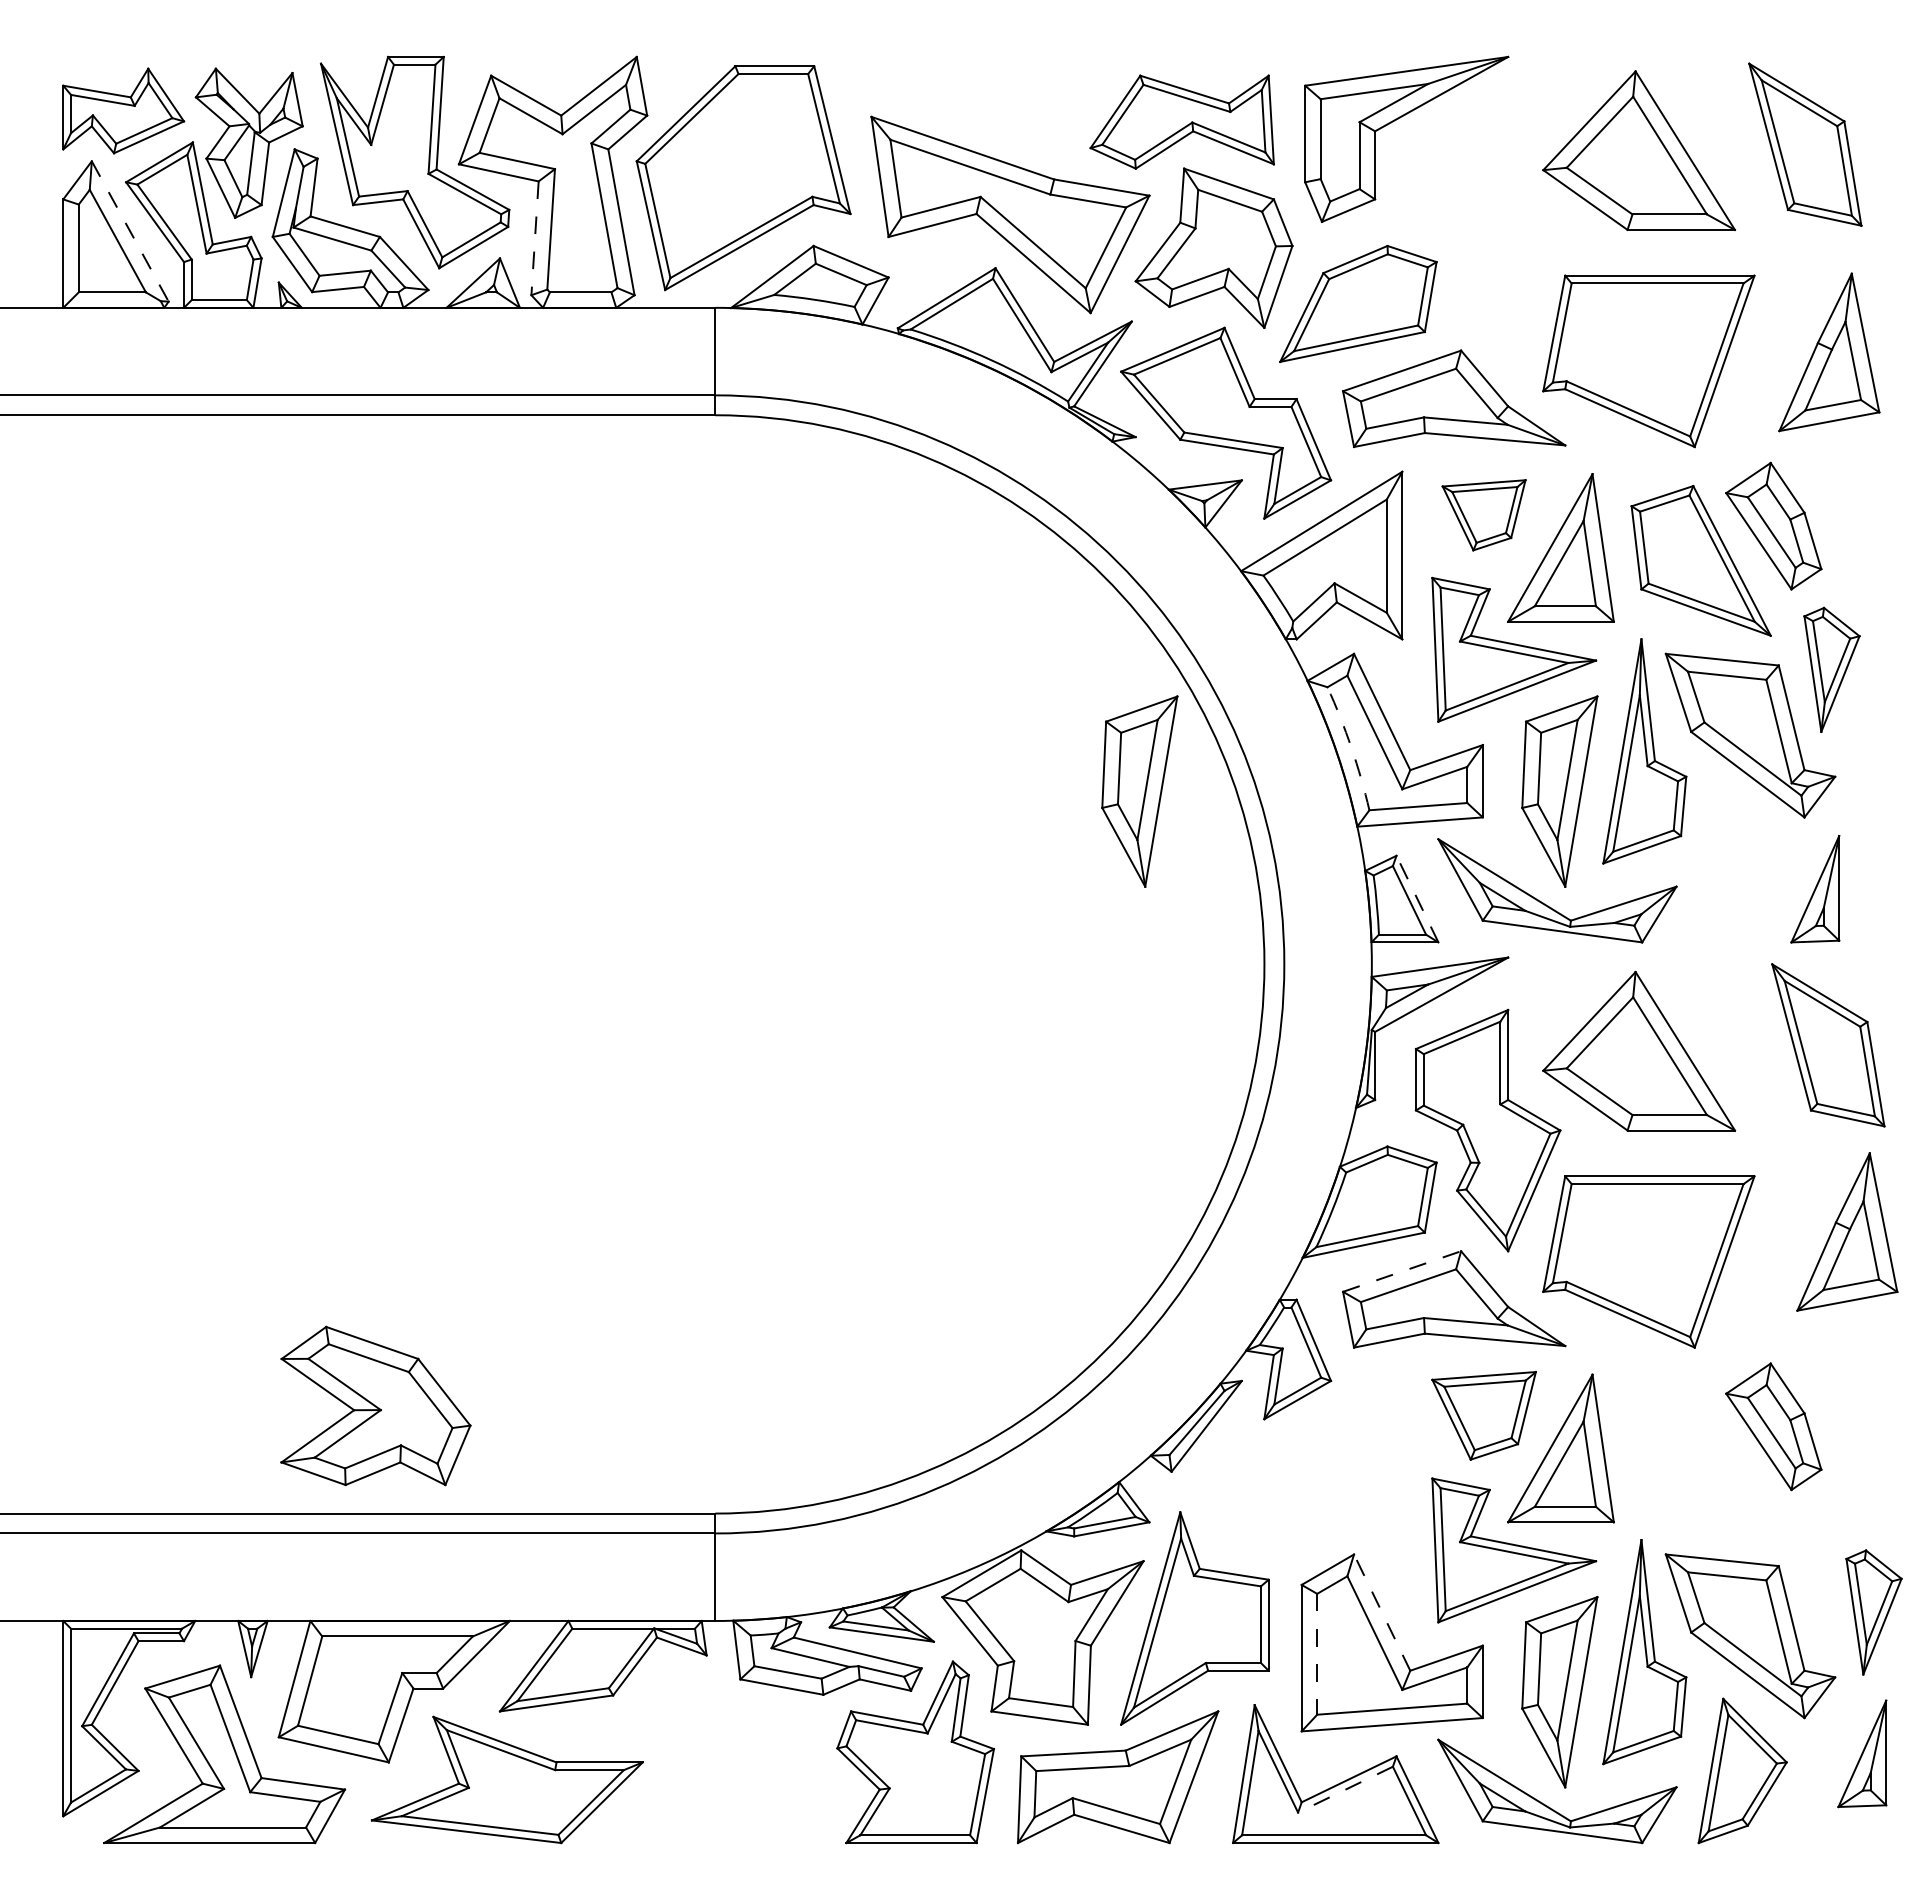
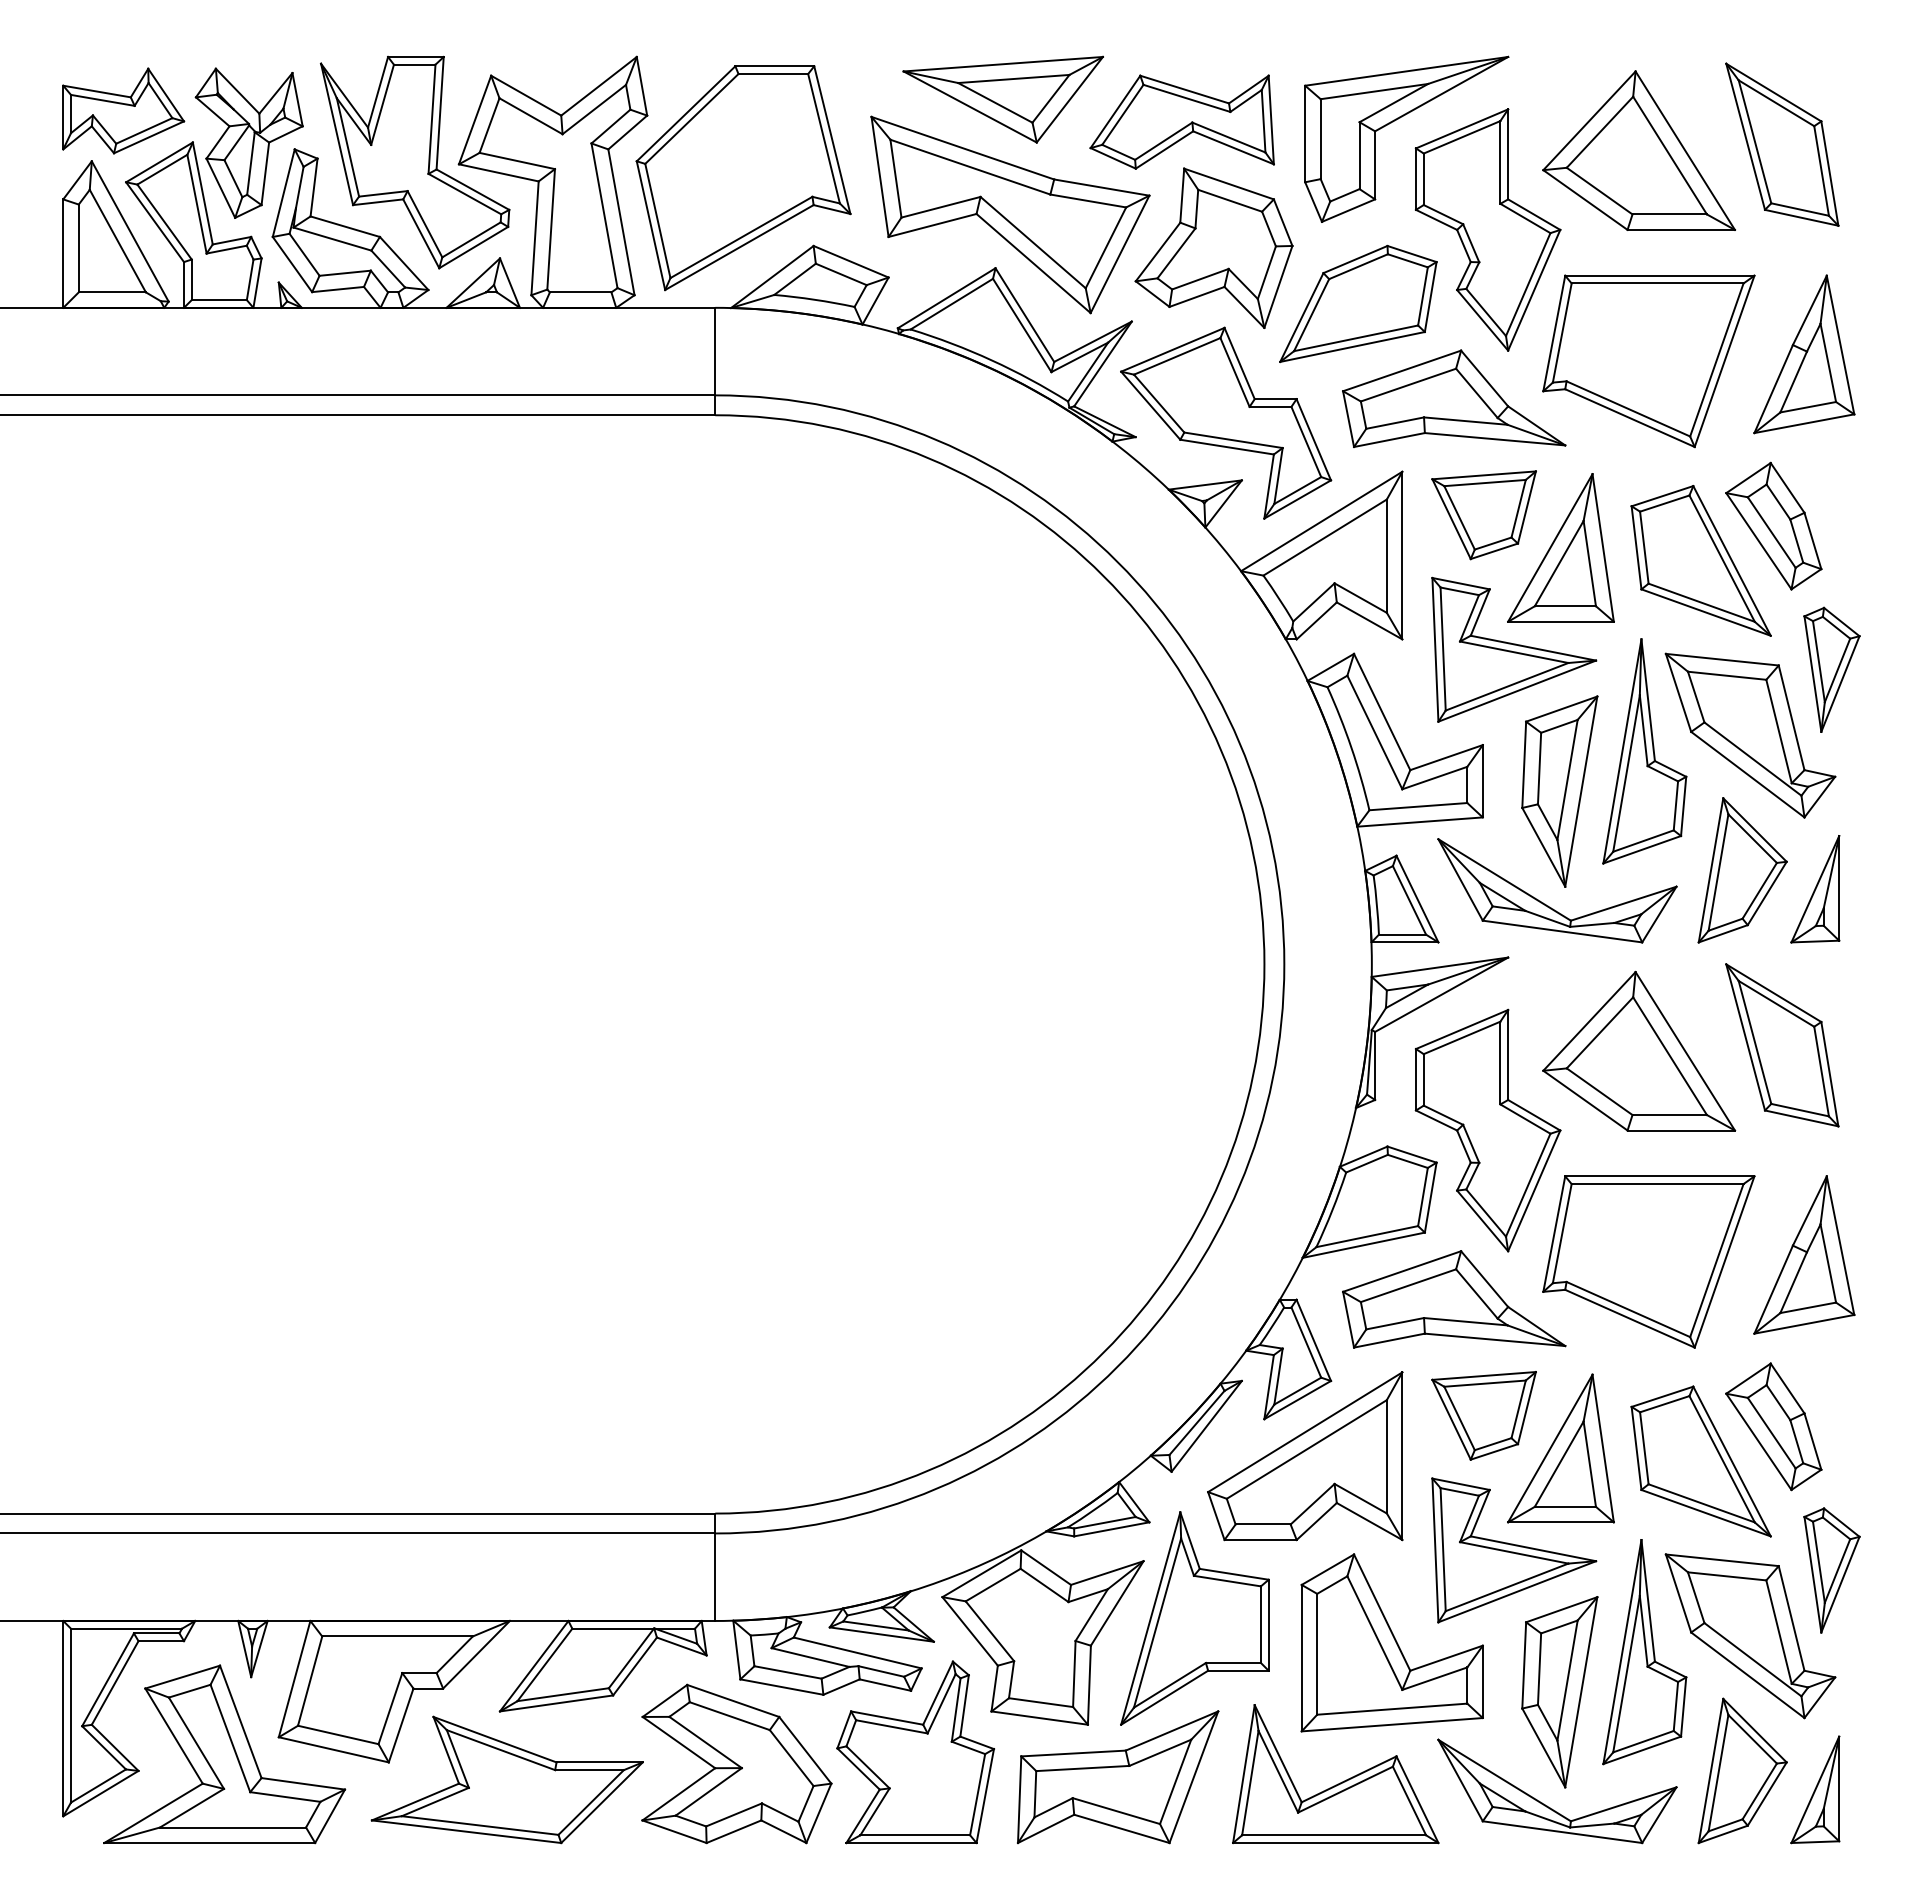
part at (1002, 99): none -> present
part at (1805, 144) position: (1805, 144) -> (1782, 144)
part at (1487, 229): none -> present
line at (130, 231): dashed -> solid
line at (535, 238): dashed -> solid
part at (1829, 352) position: (1829, 352) -> (1804, 354)
part at (1483, 515) size: 86x73 px -> 106x91 px
arc at (1351, 747): dashed -> solid
part at (1139, 791): present -> none
part at (1742, 870): none -> present
line at (1417, 898): dashed -> solid
part at (1828, 1045) position: (1828, 1045) -> (1782, 1045)
part at (1847, 1231) position: (1847, 1231) -> (1804, 1254)
line at (1402, 1271): dashed -> solid
part at (375, 1405) position: (375, 1405) -> (736, 1763)
part at (1305, 1456): none -> present
part at (1700, 1461): none -> present
line at (1382, 1612): dashed -> solid
part at (1873, 1612) position: (1873, 1612) -> (1831, 1570)
line at (1317, 1654): dashed -> solid
part at (1862, 1753) position: (1862, 1753) -> (1815, 1789)
line at (1345, 1789): dashed -> solid
